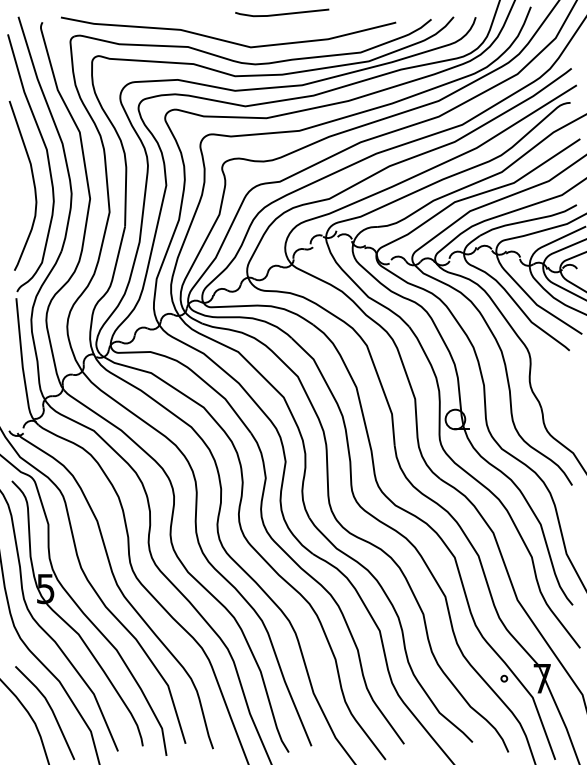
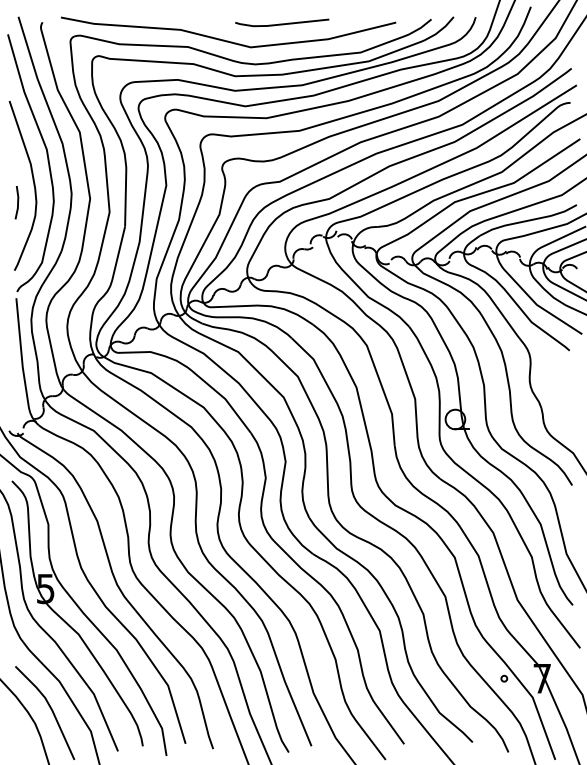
line at (282, 13) position: (282, 13) -> (282, 23)
line at (17, 202): none -> present
